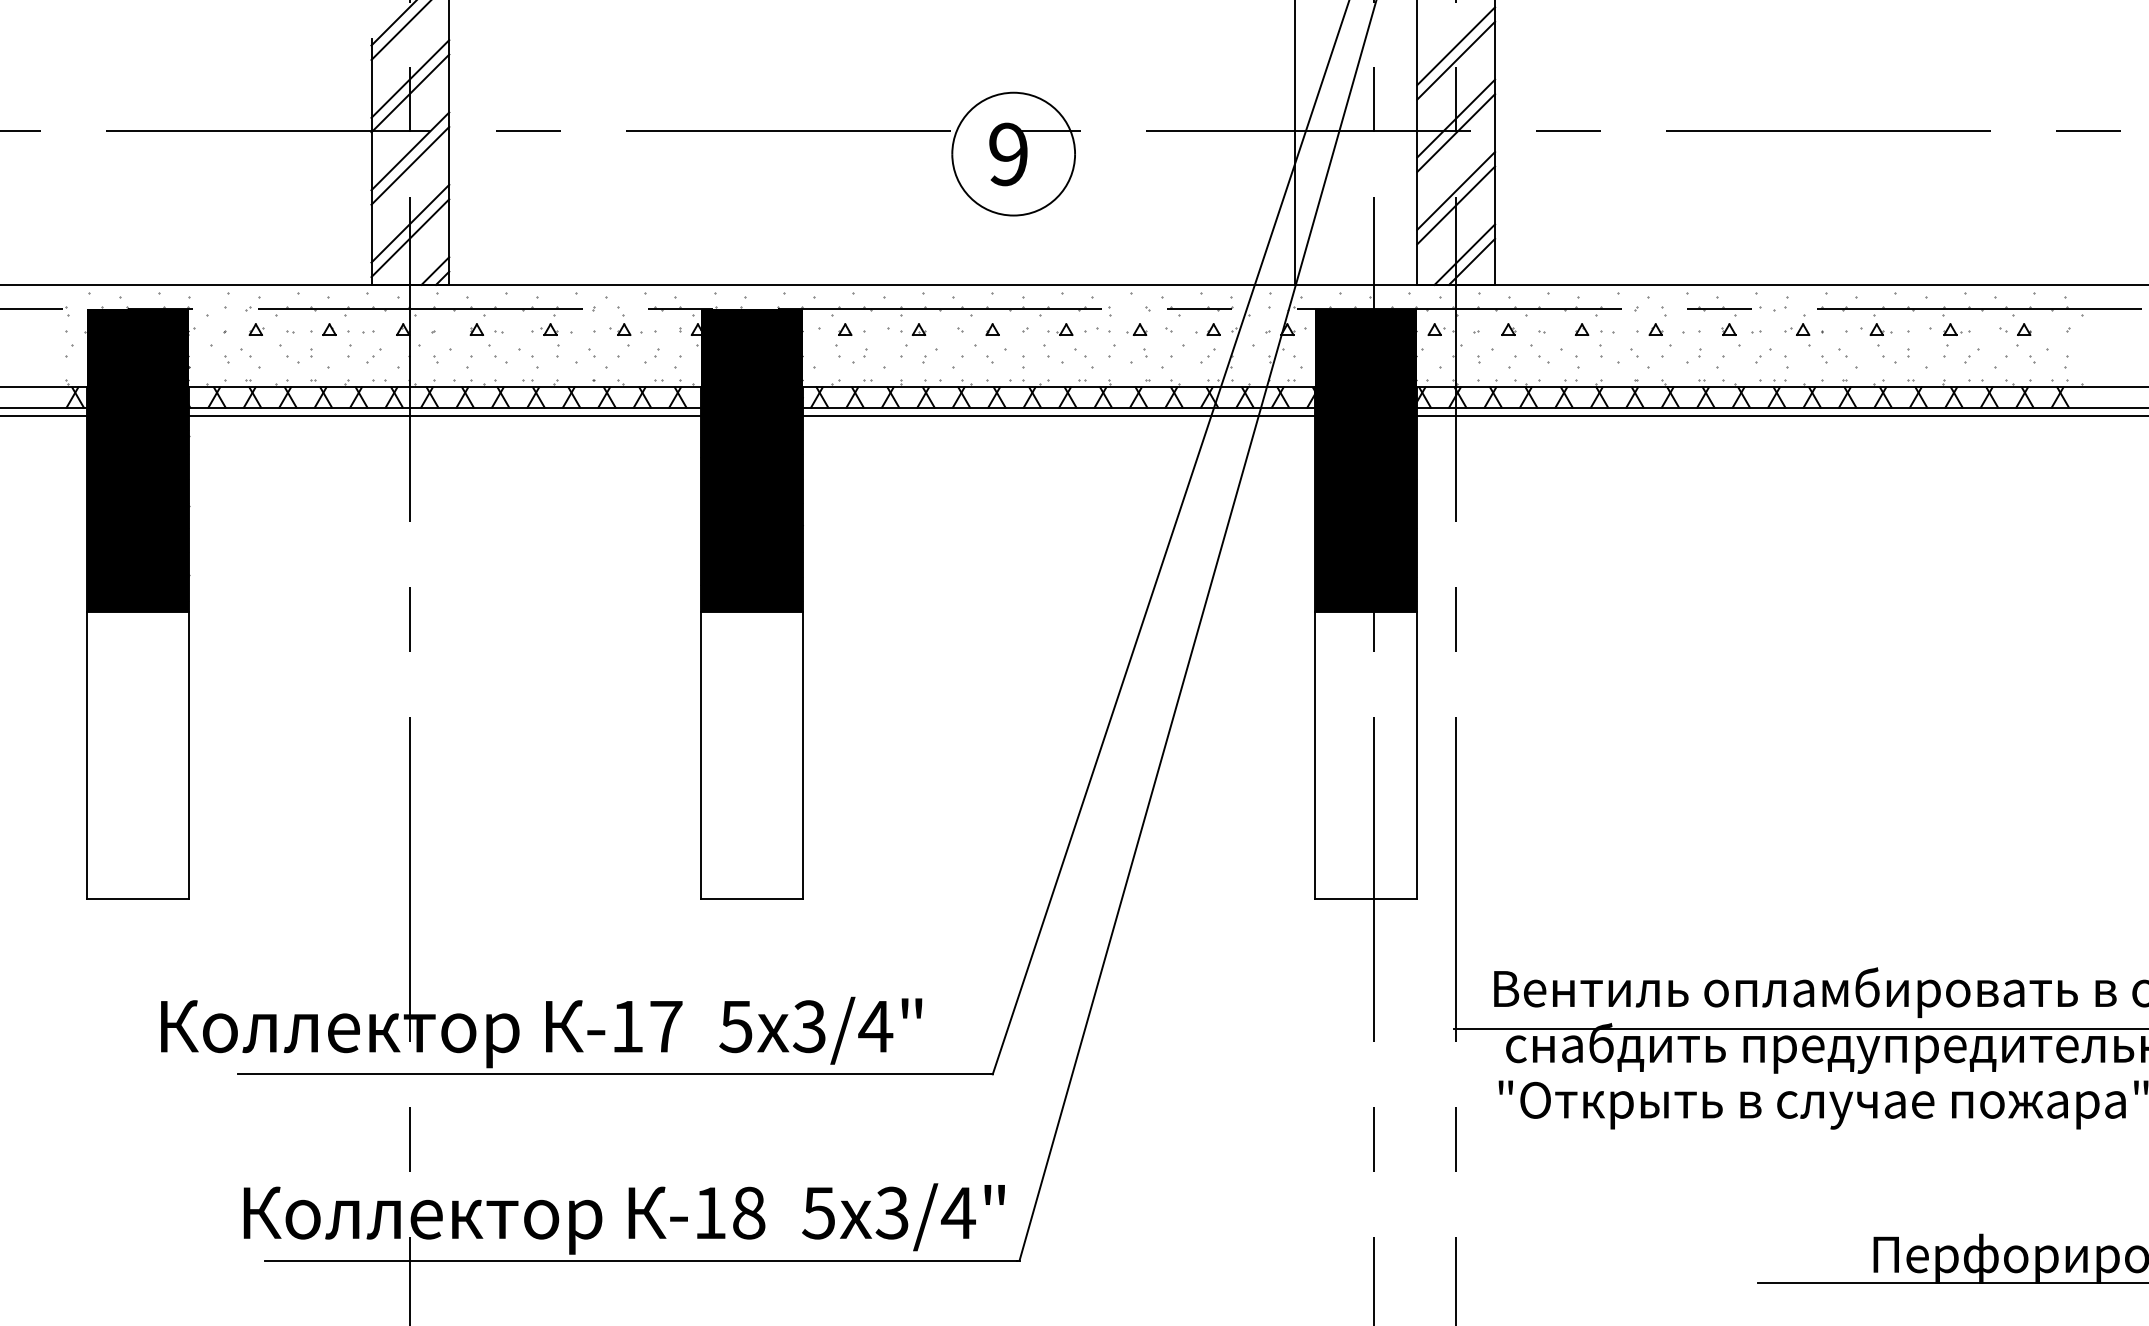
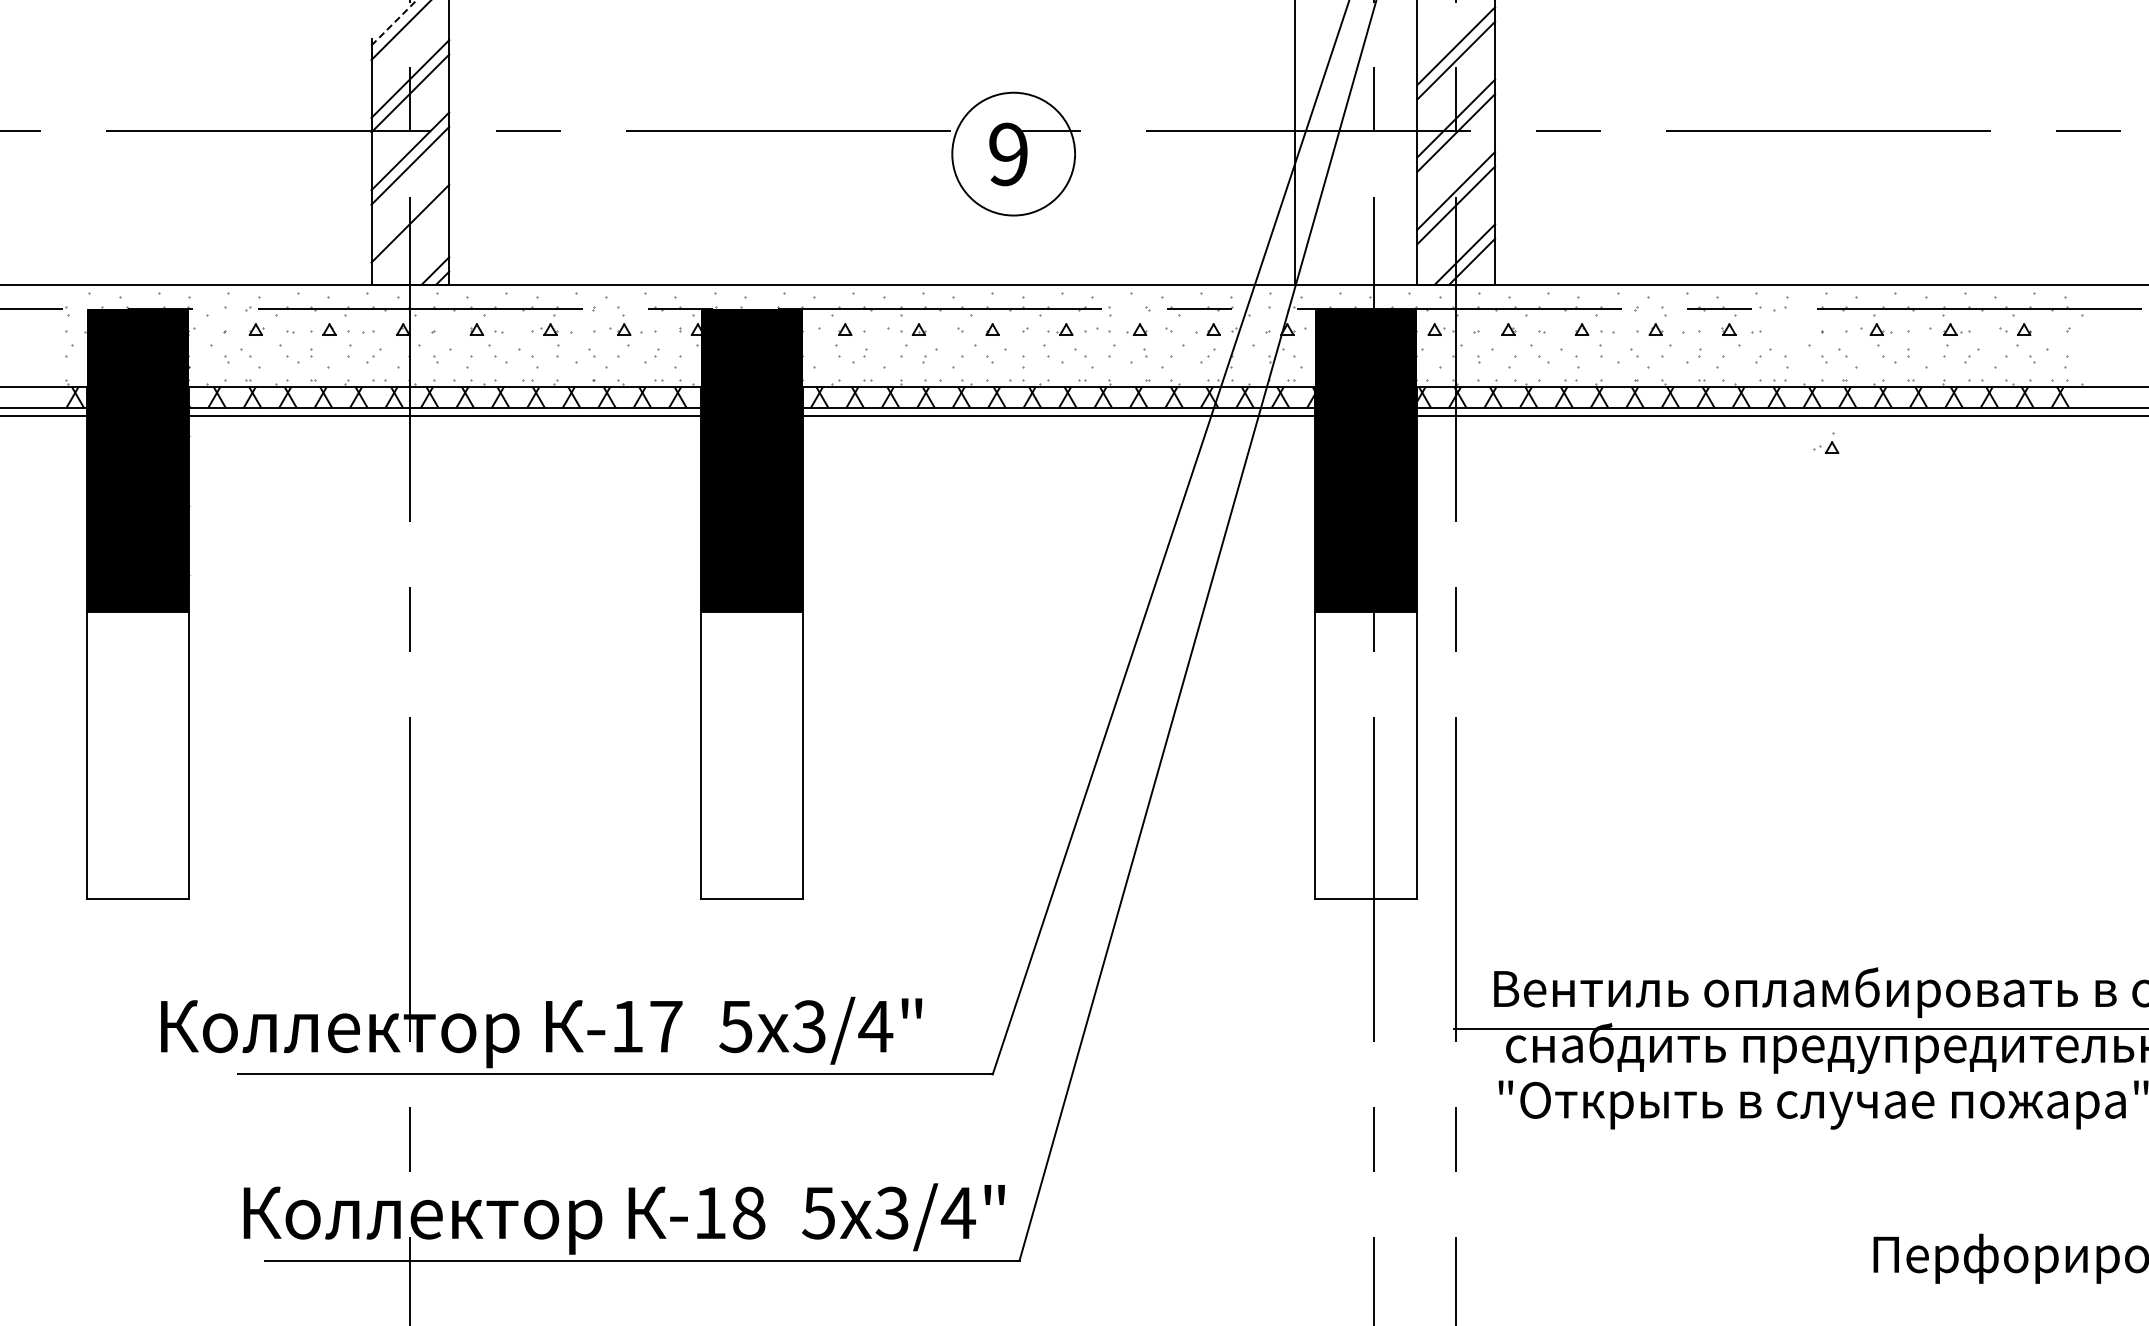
line at (394, 22): solid -> dashed
line at (410, 238): present -> none
part at (1797, 324) position: (1797, 324) -> (1826, 442)
line at (1951, 1282): present -> none
